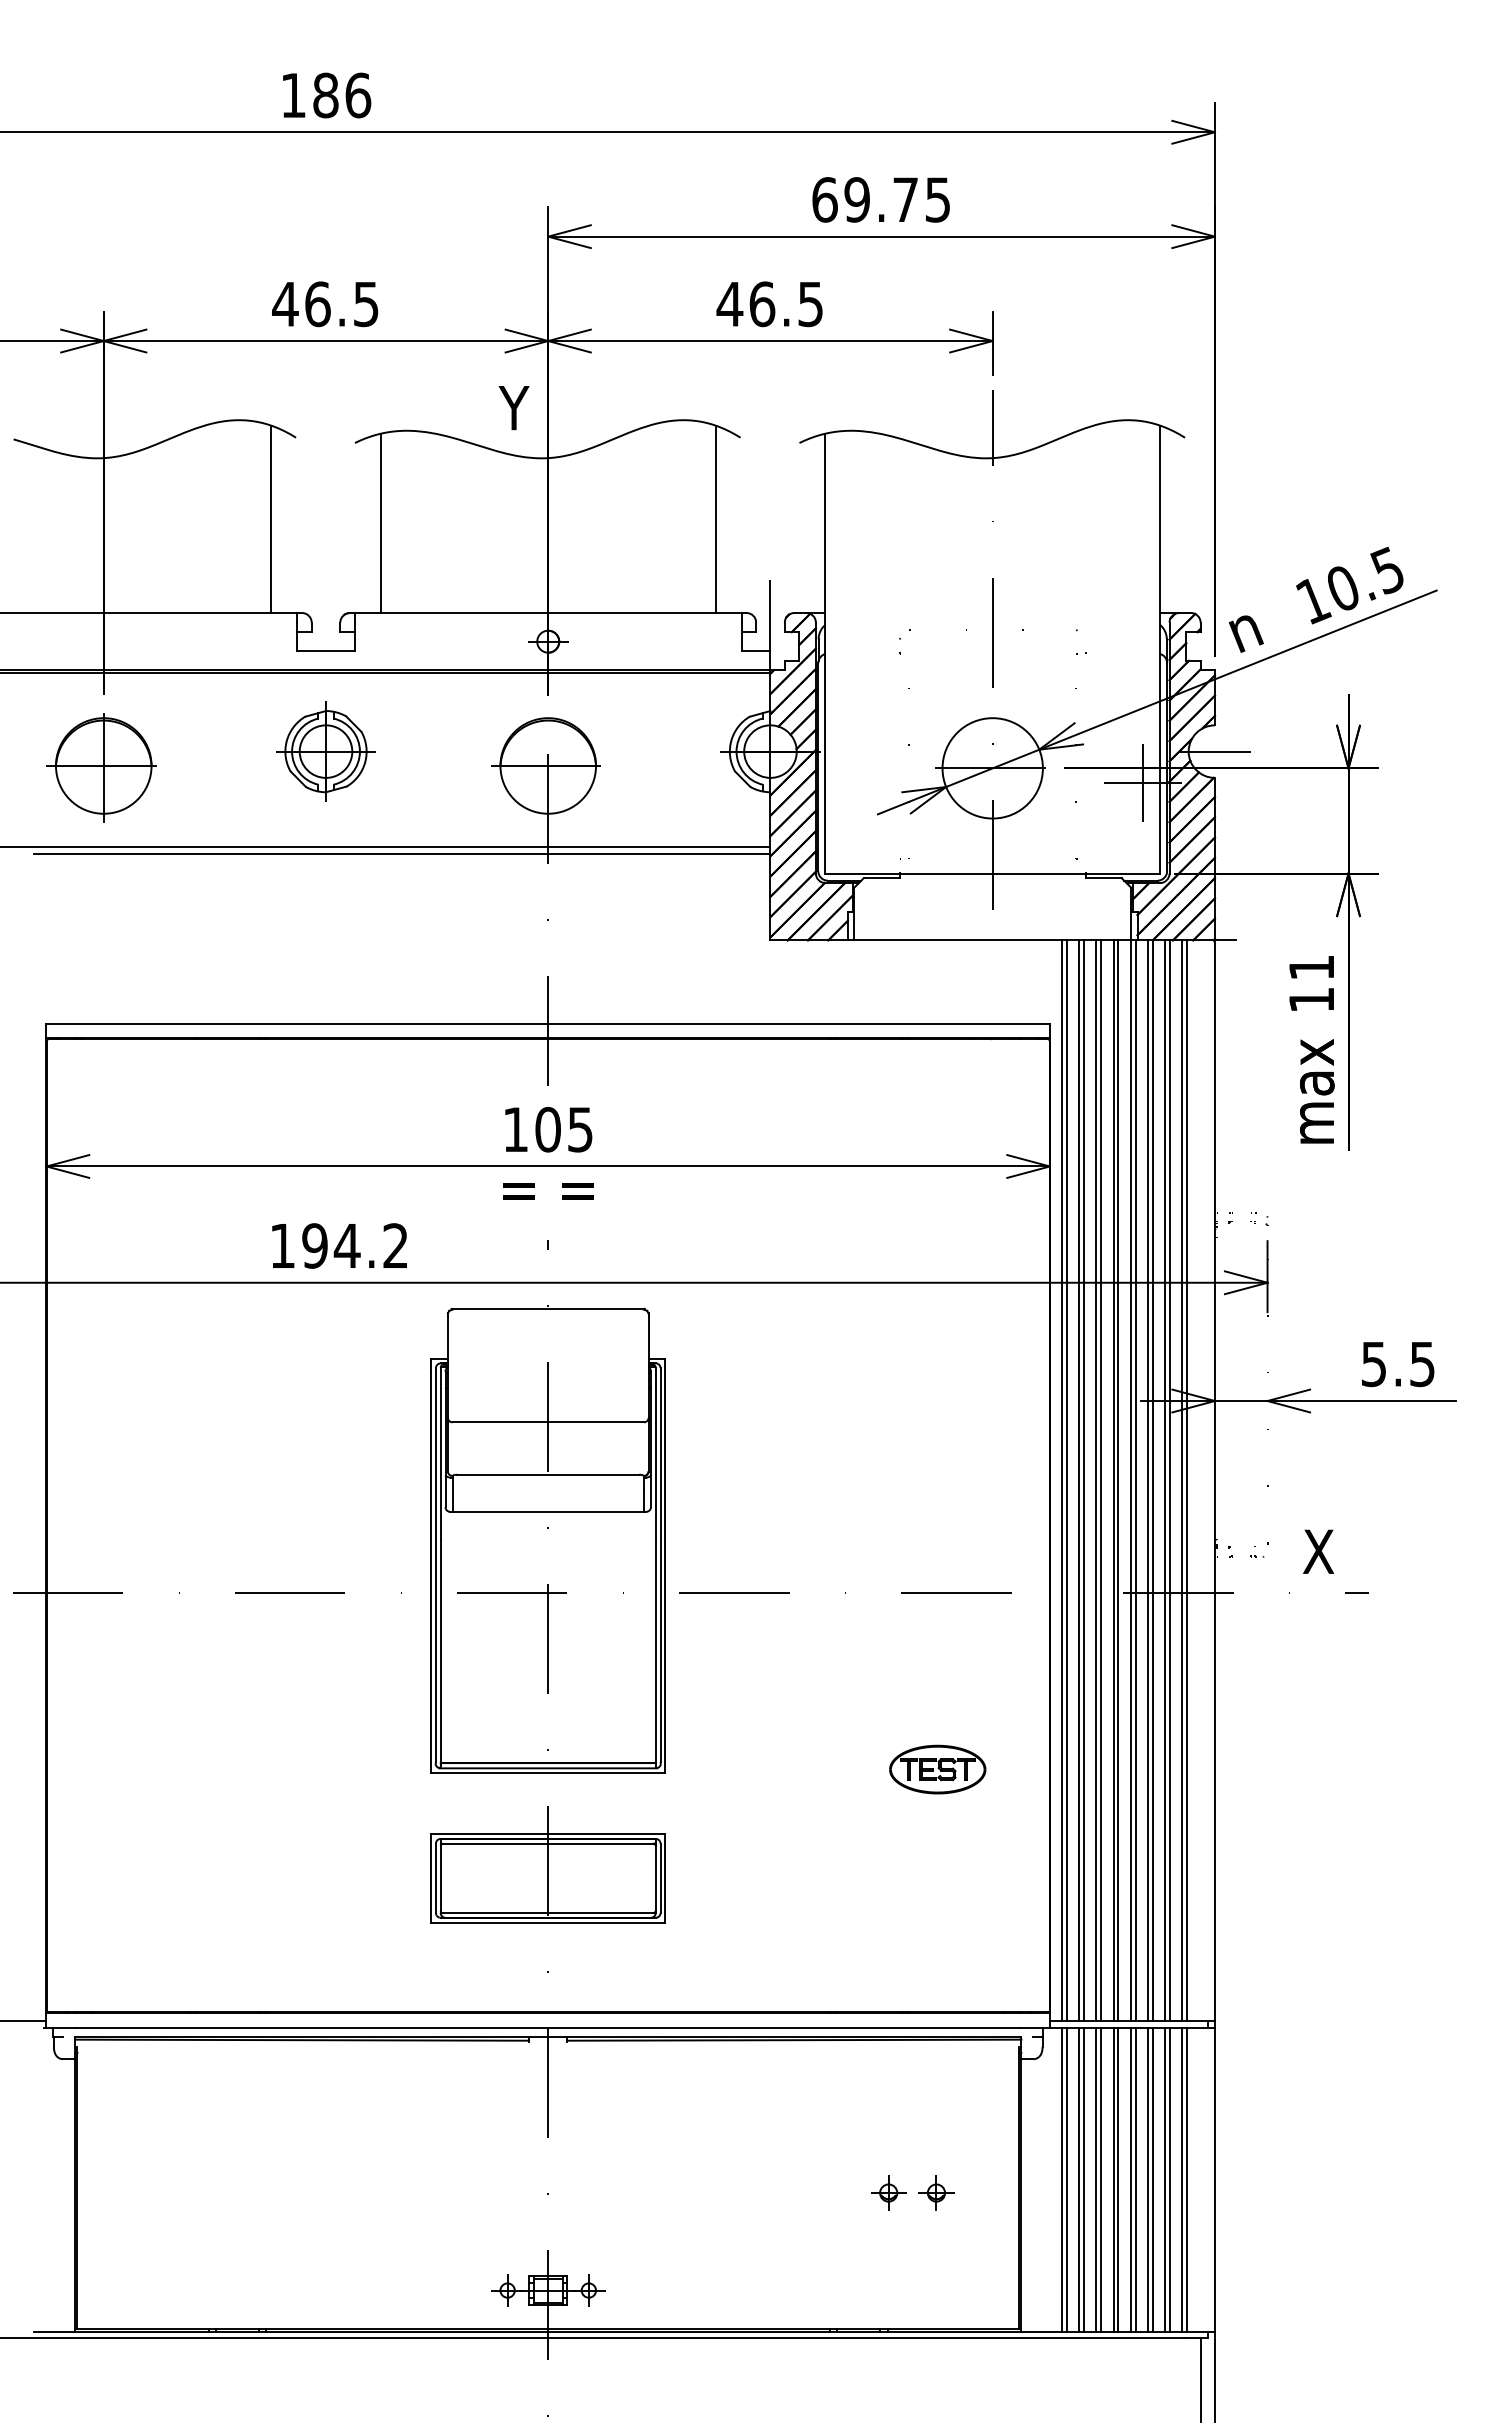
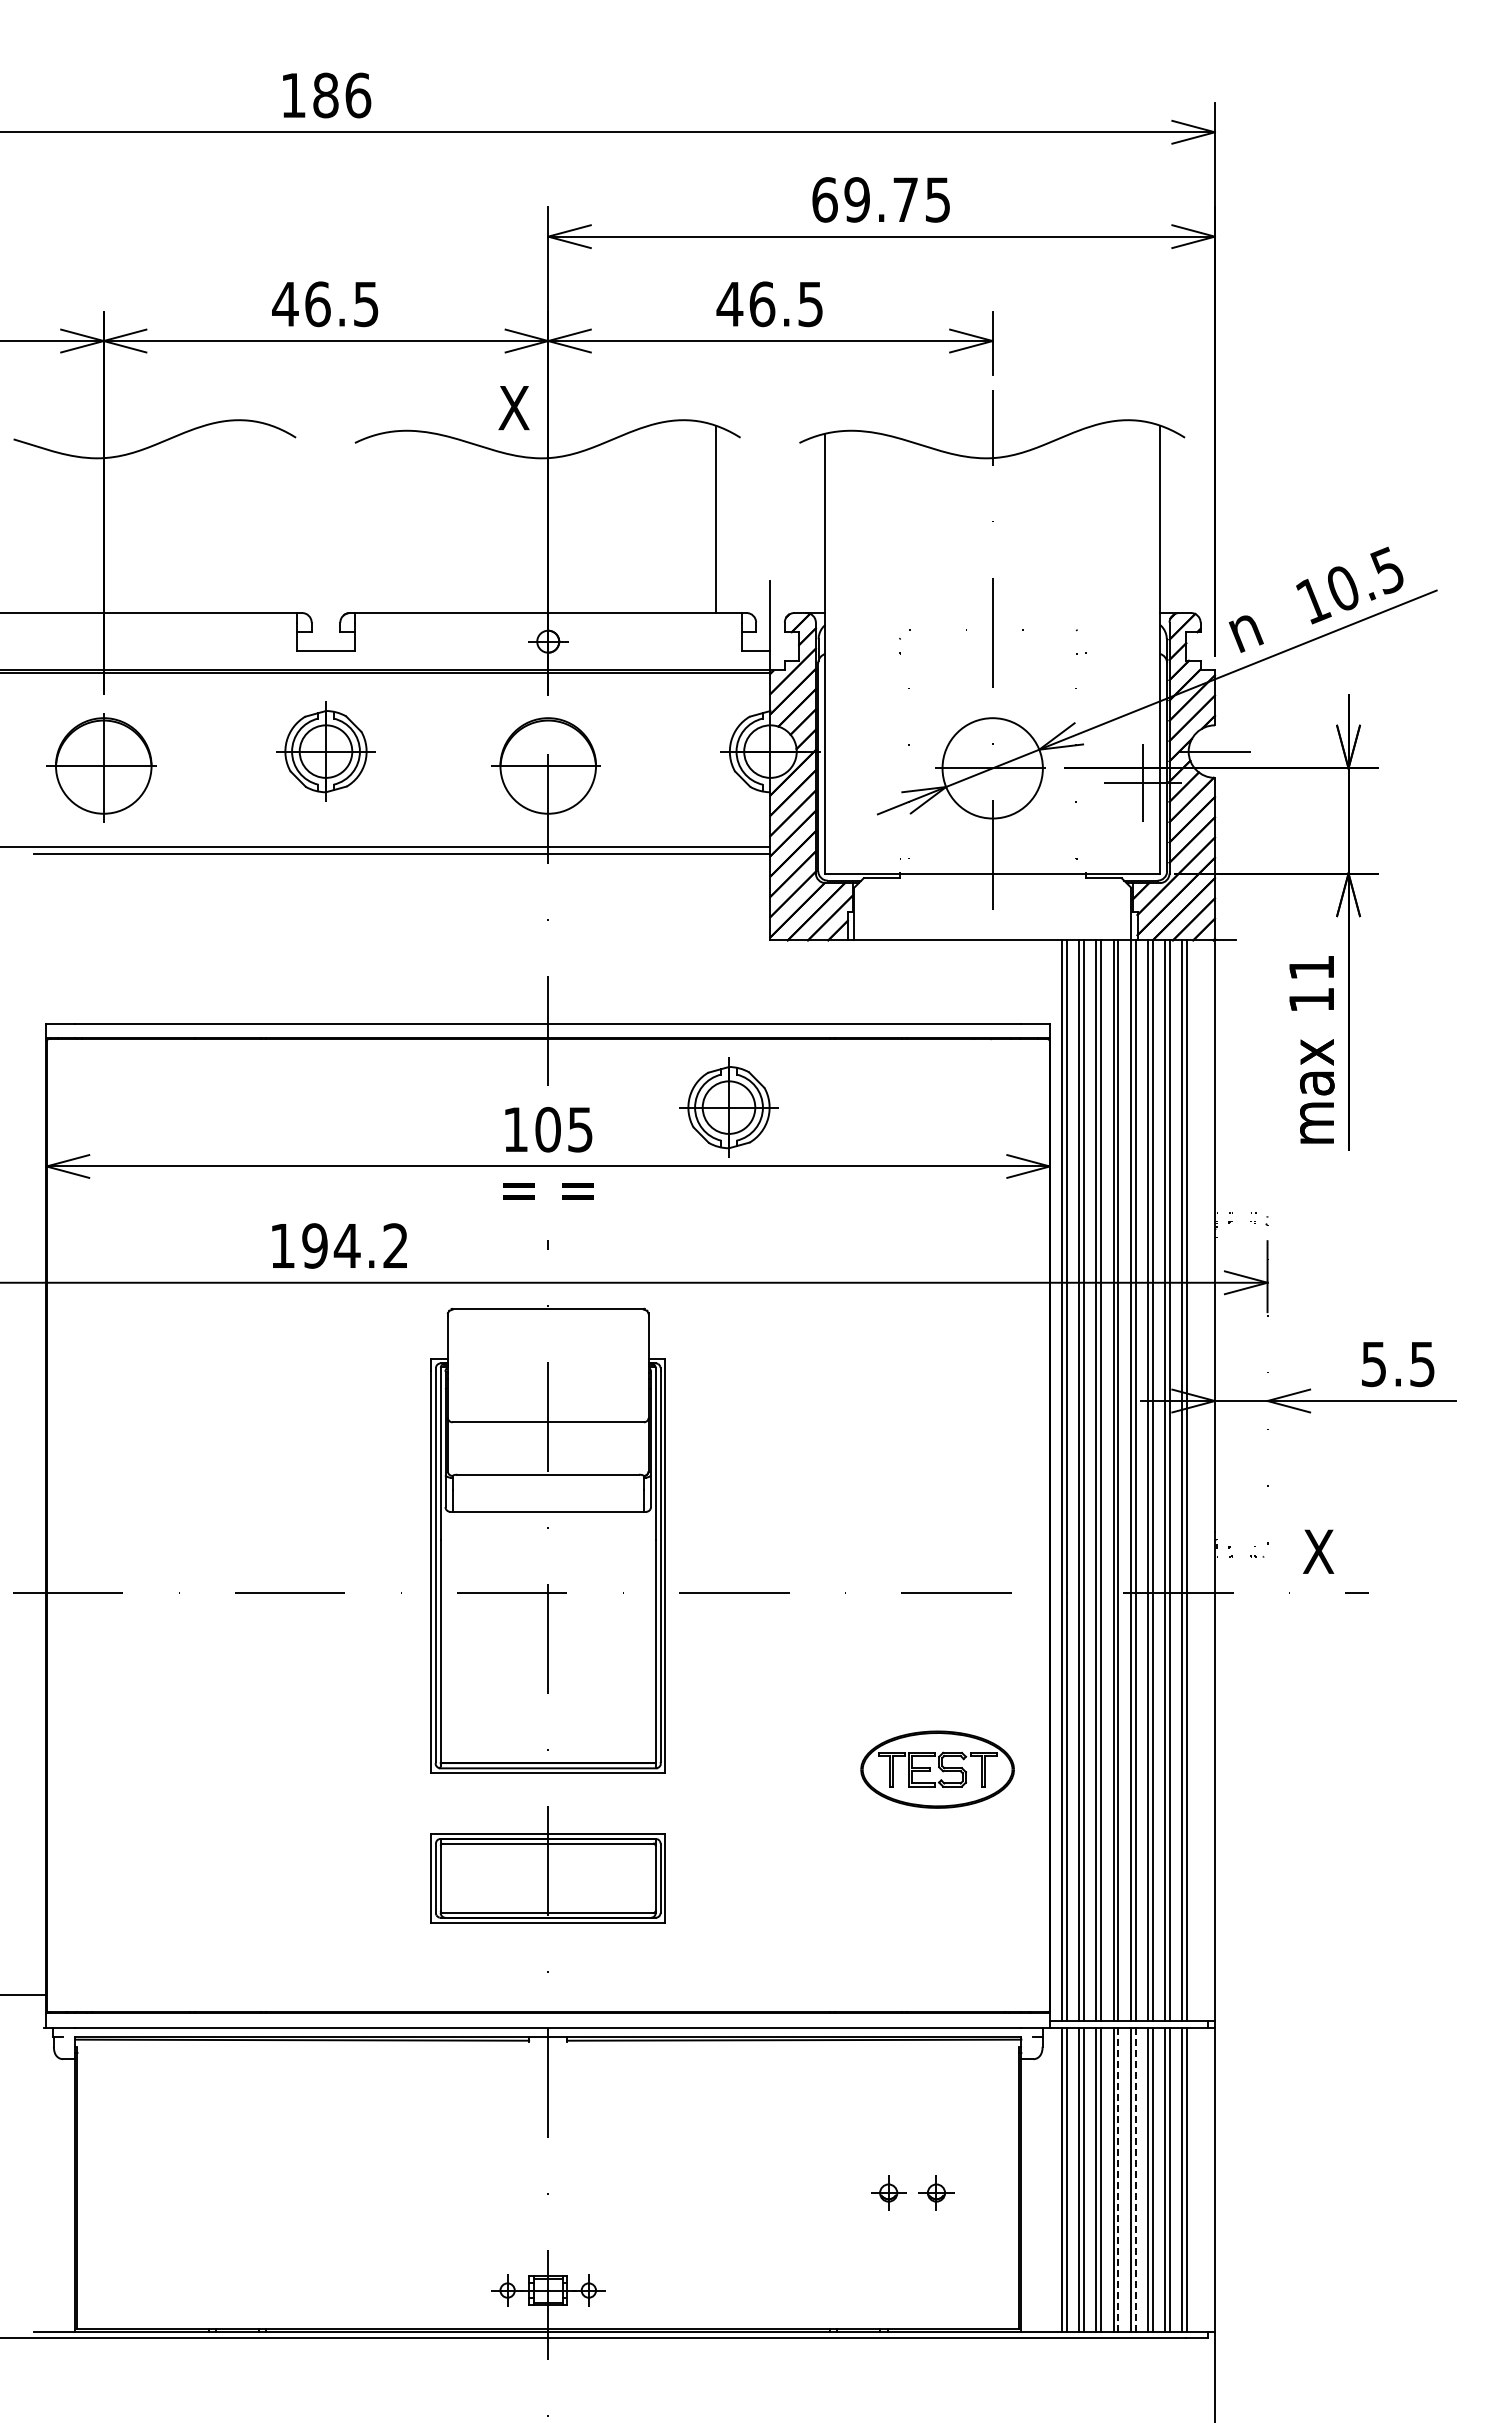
text at (513, 408): Y -> X
line at (271, 519): present -> none
line at (380, 523): present -> none
part at (728, 1107): none -> present
part at (937, 1769) size: 98x51 px -> 155x79 px
line at (24, 2021) position: (24, 2021) -> (24, 1995)
line at (1118, 2179): solid -> dashed
line at (1135, 2179): solid -> dashed
line at (1200, 2378): present -> none
